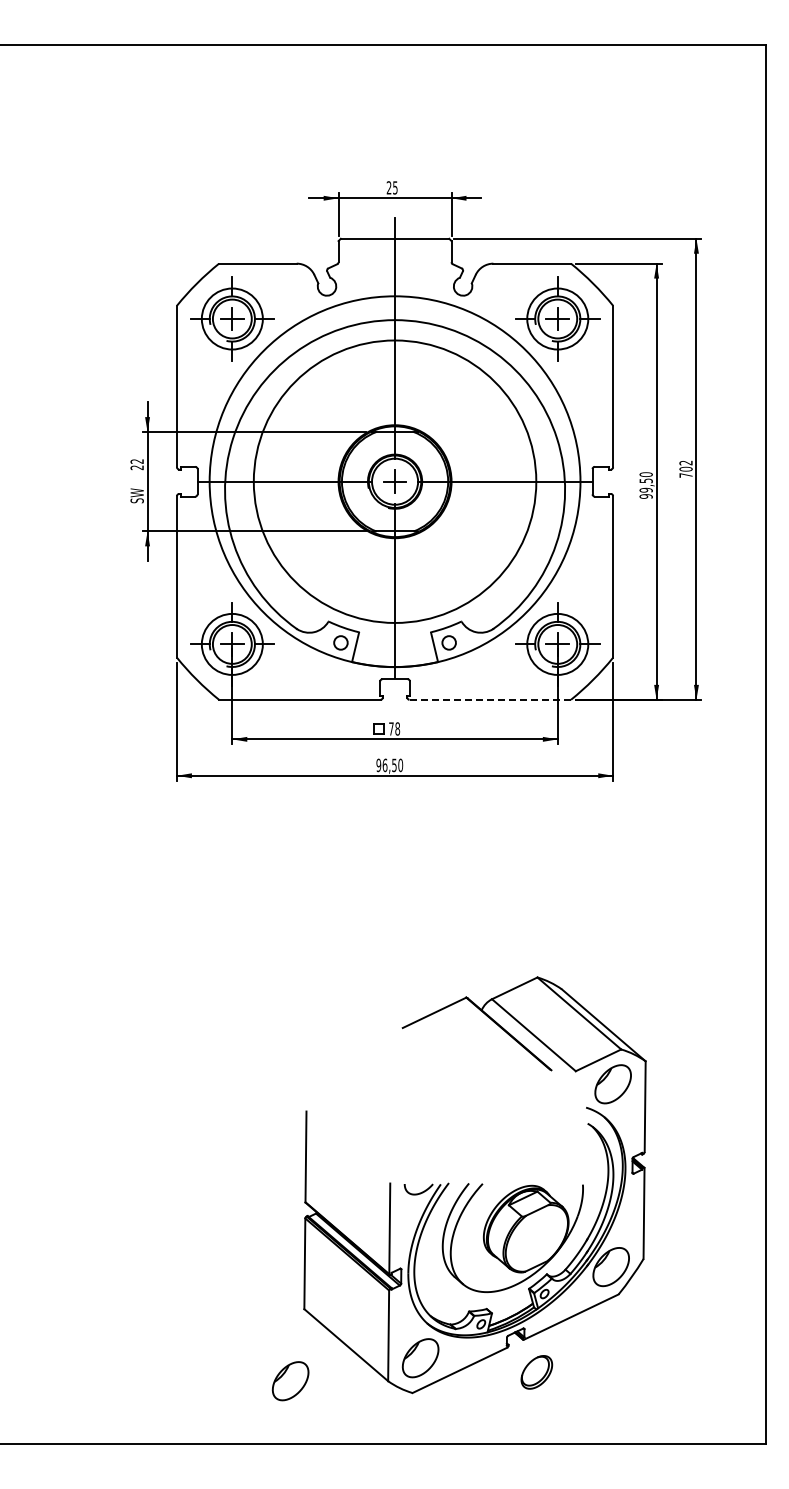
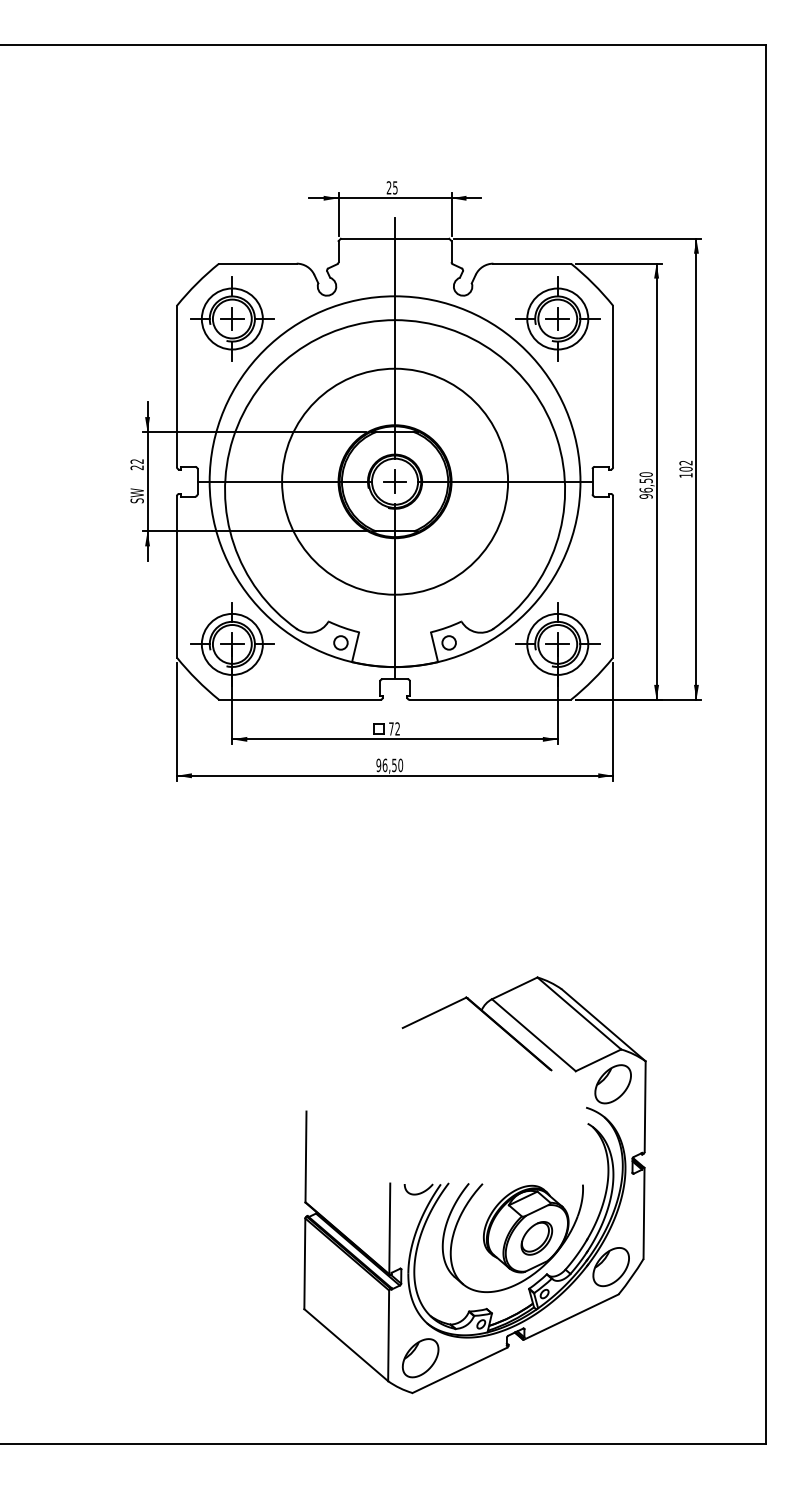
text at (685, 475): 702 -> 102
circle at (394, 481) diameter: 282 px -> 226 px
text at (645, 489): 99,50 -> 96,50
line at (490, 699): dashed -> solid
text at (397, 728): 78 -> 72
part at (536, 1372) position: (536, 1372) -> (536, 1238)
part at (290, 1381): present -> none
